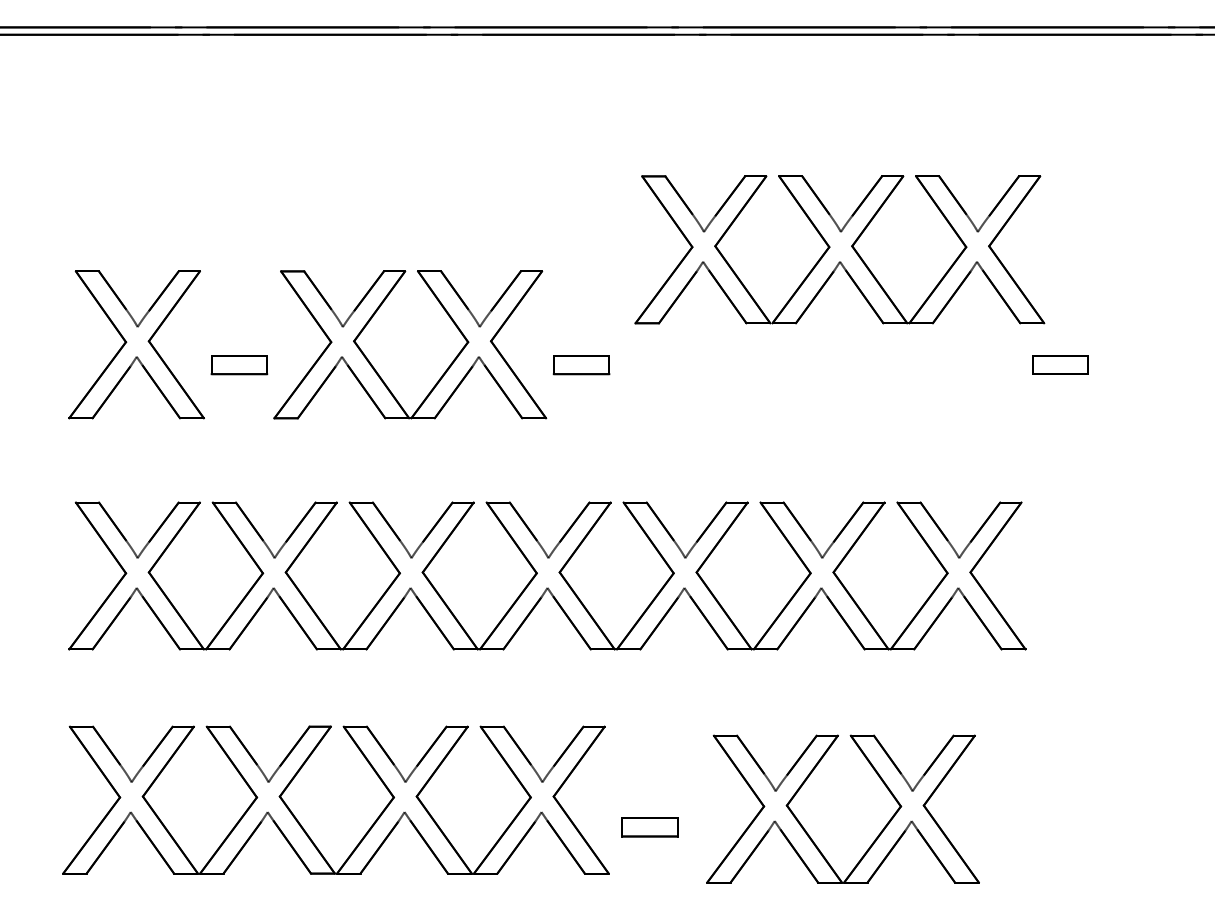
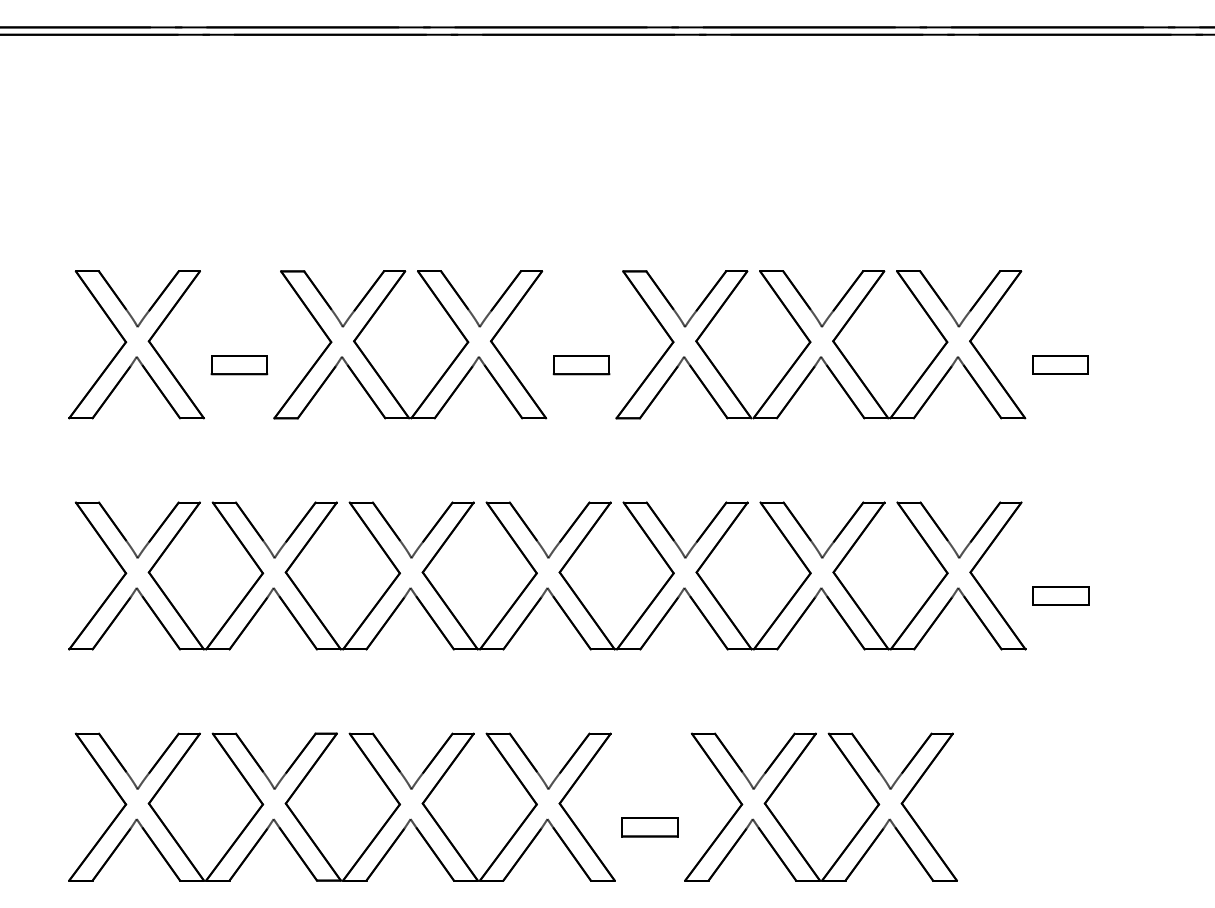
part at (839, 249) position: (839, 249) -> (820, 344)
part at (1060, 595): none -> present
part at (301, 824) position: (301, 824) -> (307, 831)
part at (806, 830) position: (806, 830) -> (784, 828)
